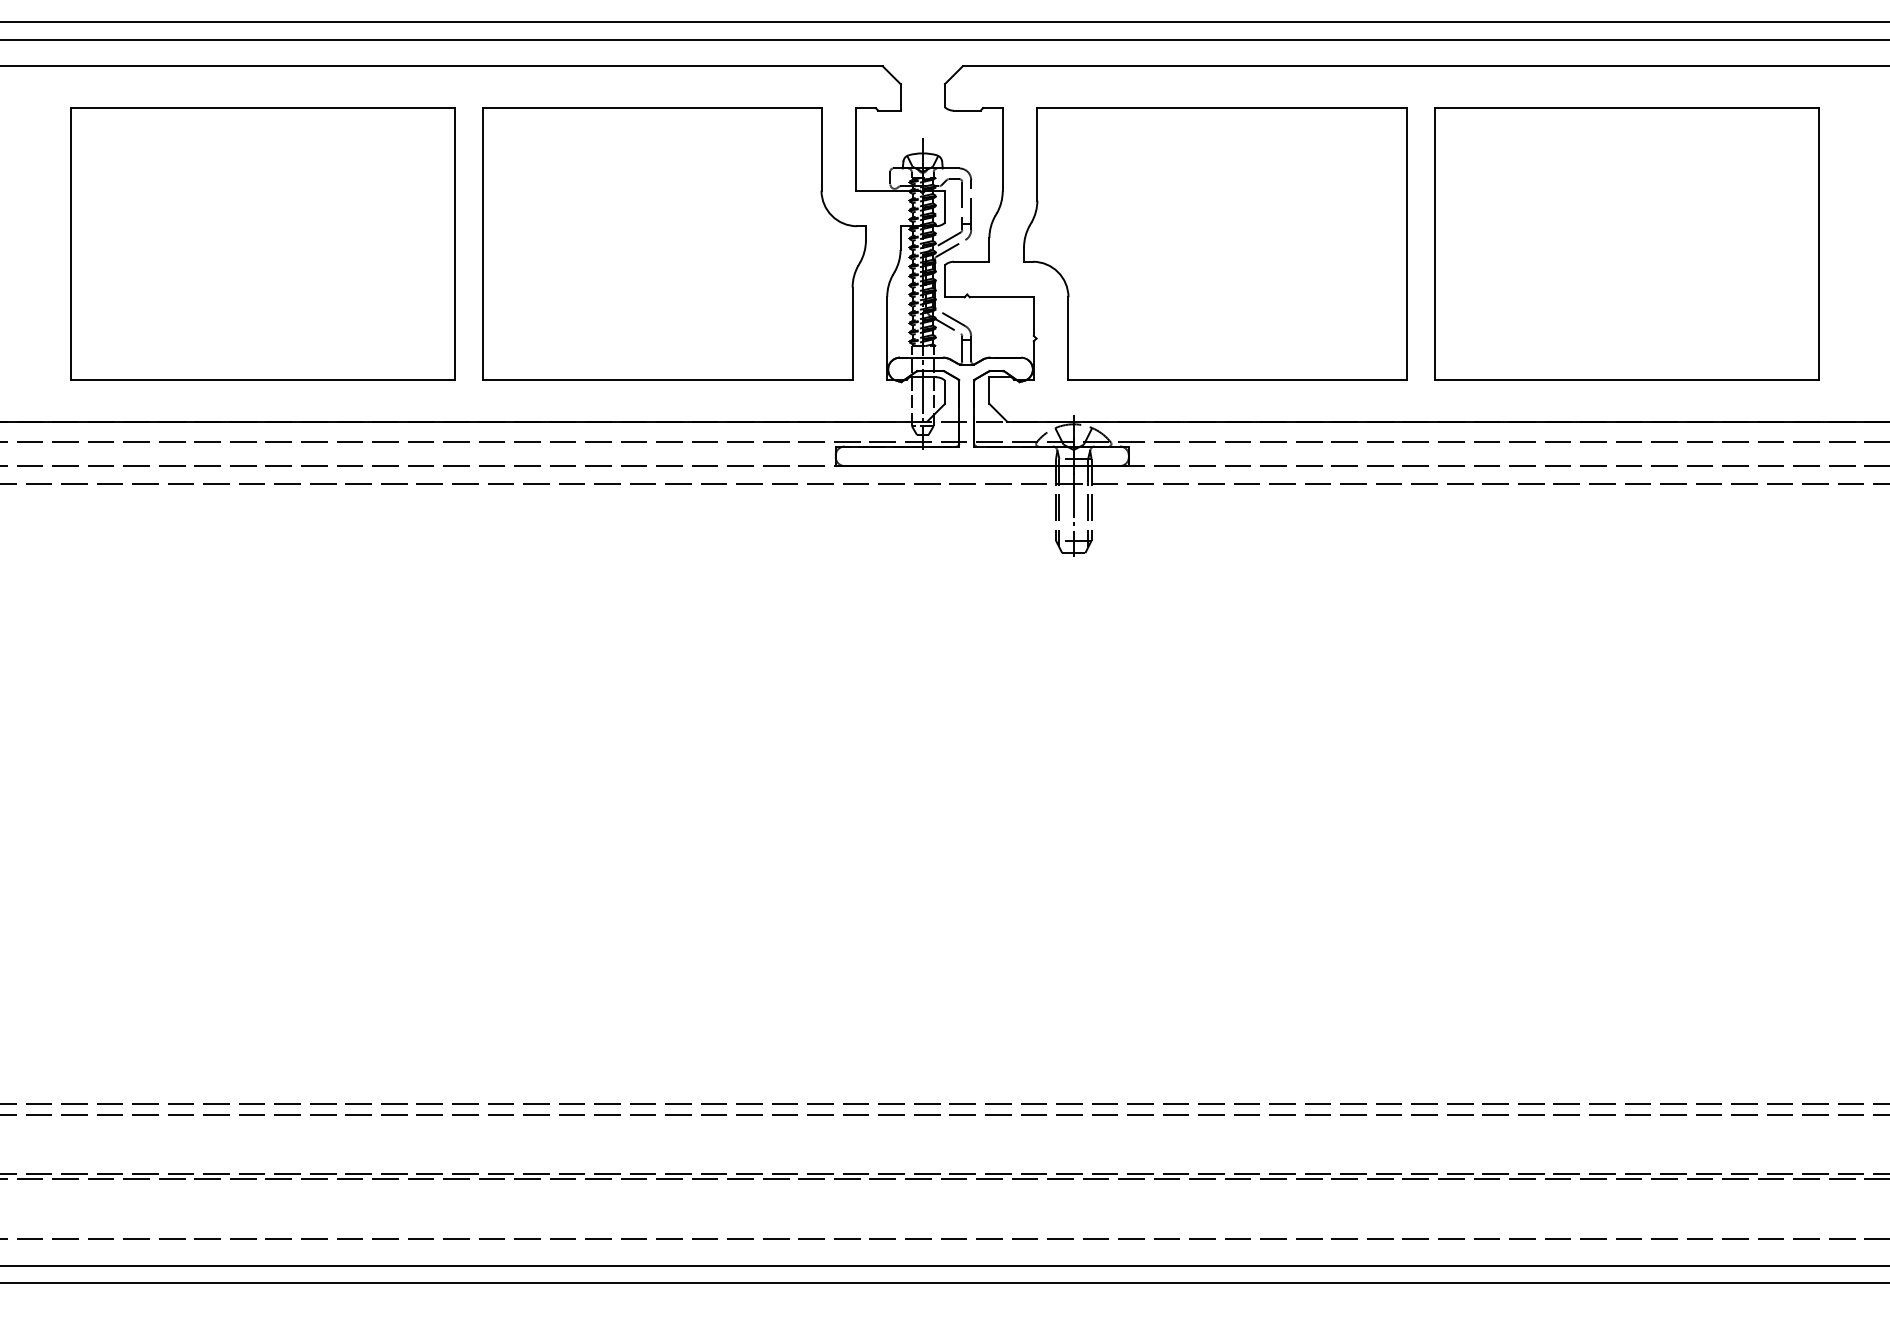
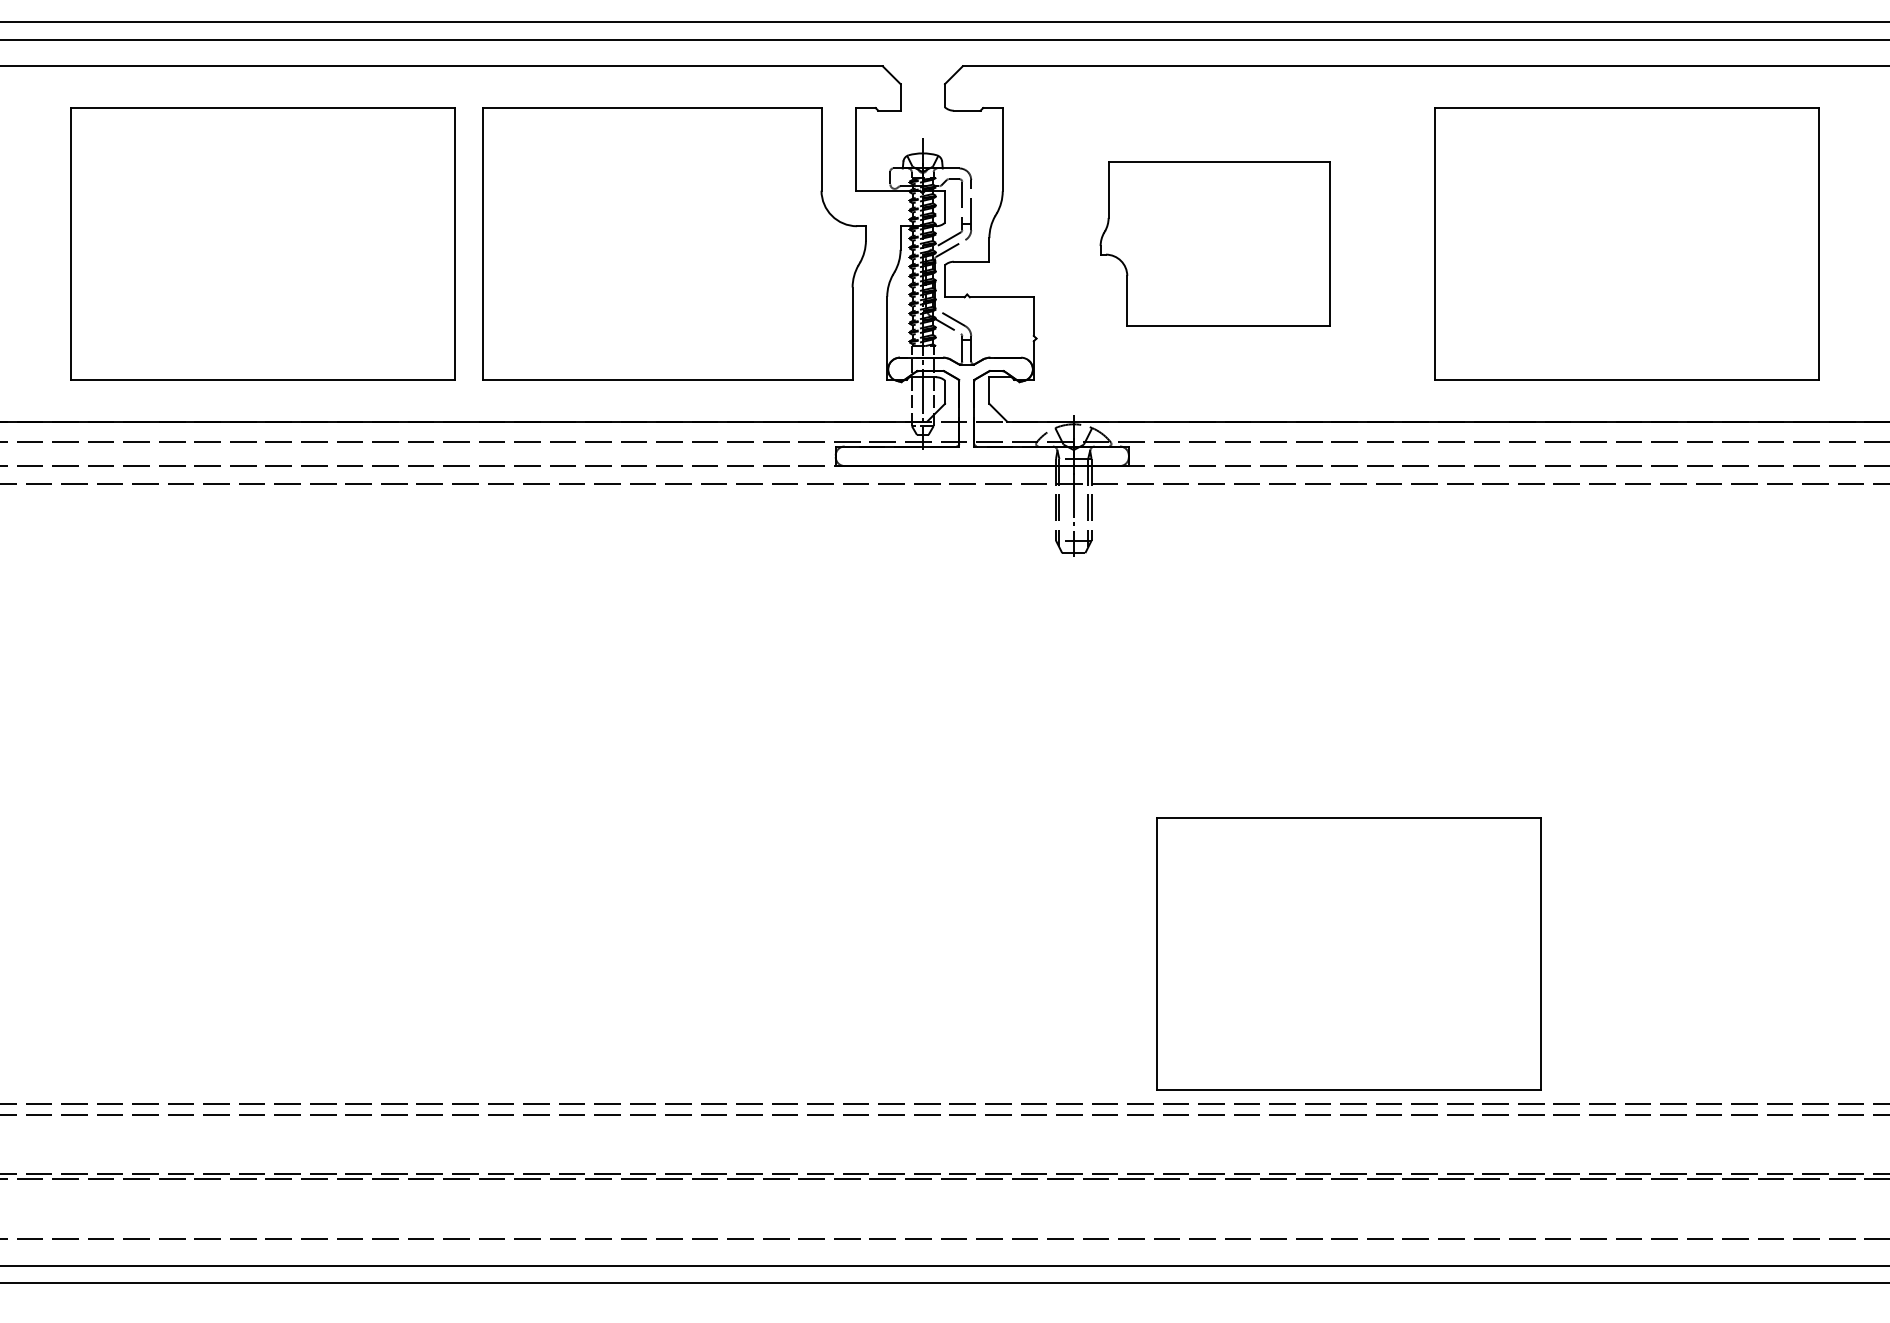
part at (1215, 243) size: 385x274 px -> 232x166 px
part at (1348, 953): none -> present
